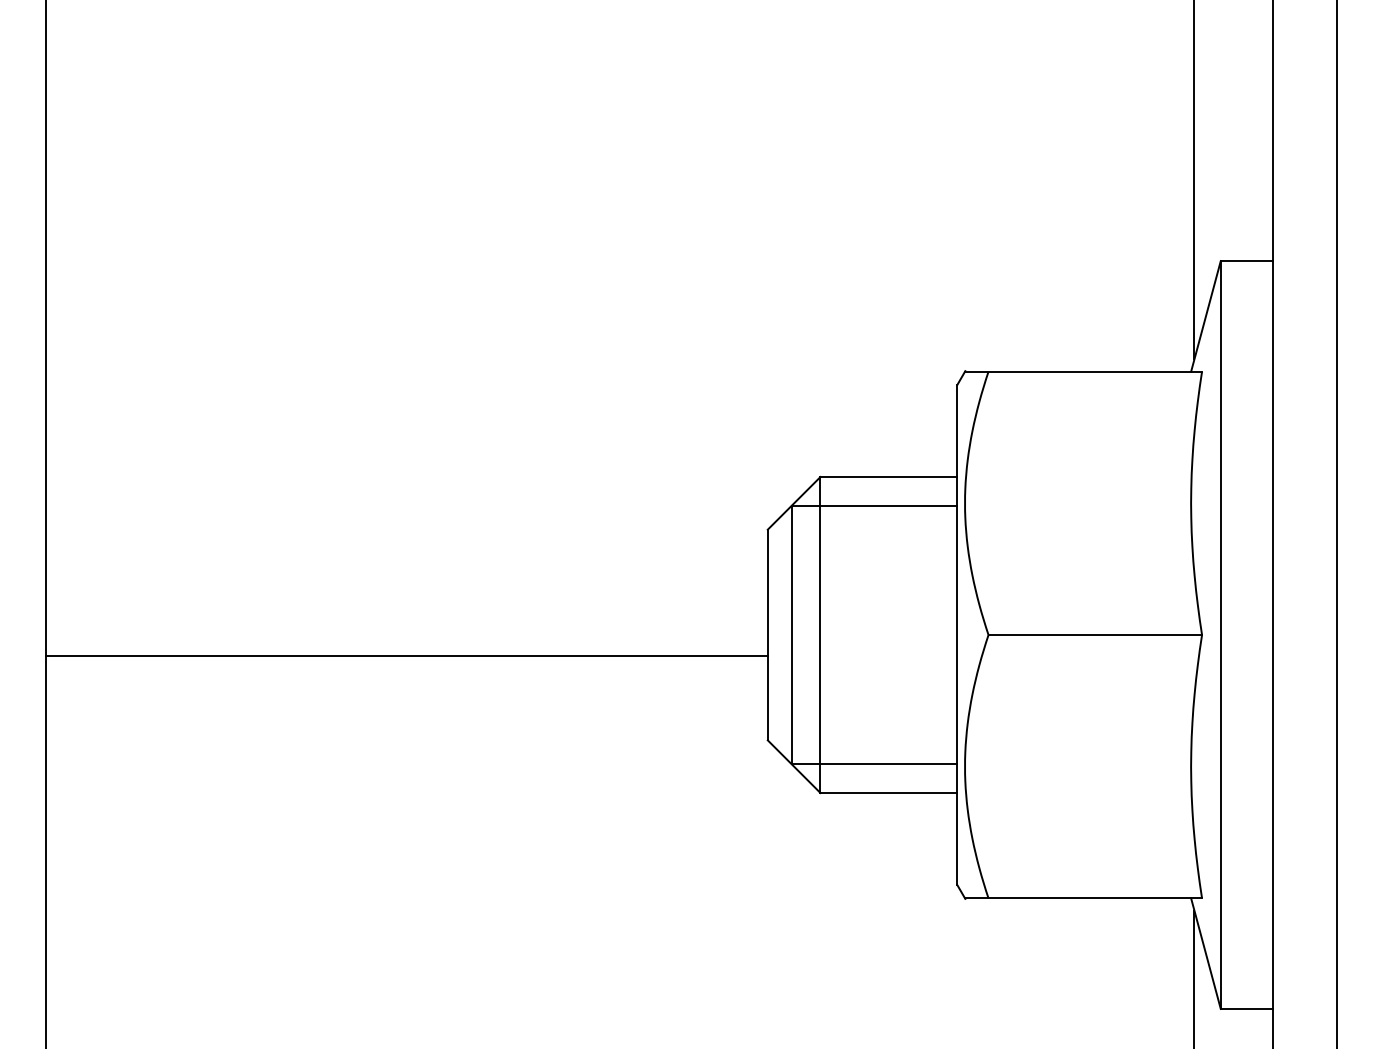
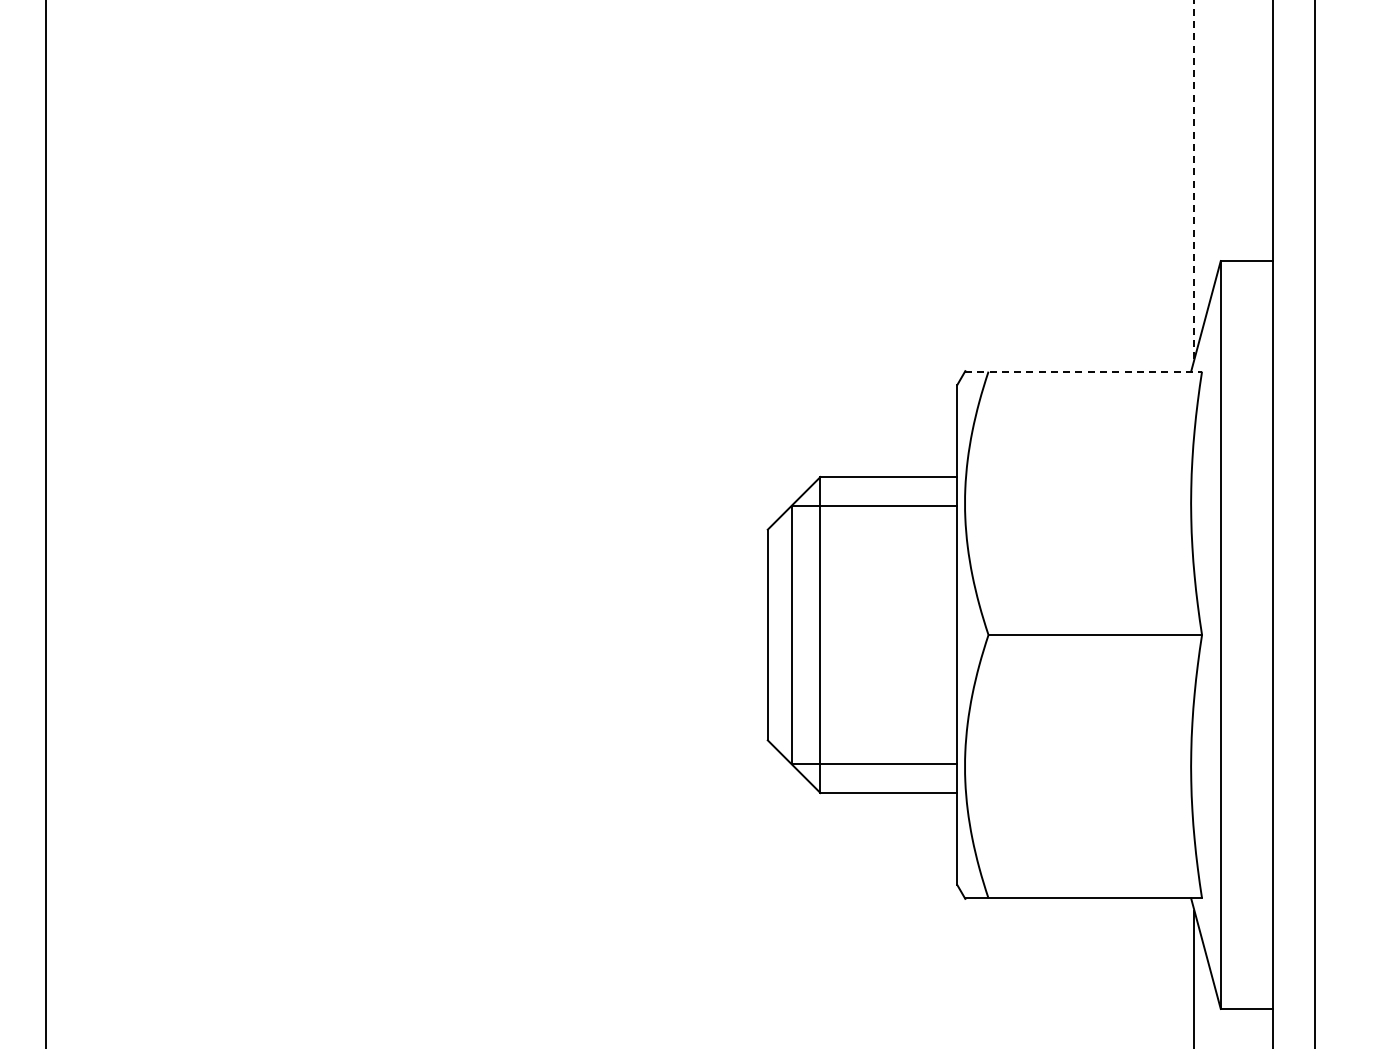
line at (1194, 179): solid -> dashed
line at (1083, 371): solid -> dashed
line at (1336, 523) position: (1336, 523) -> (1314, 523)
line at (406, 656): present -> none
